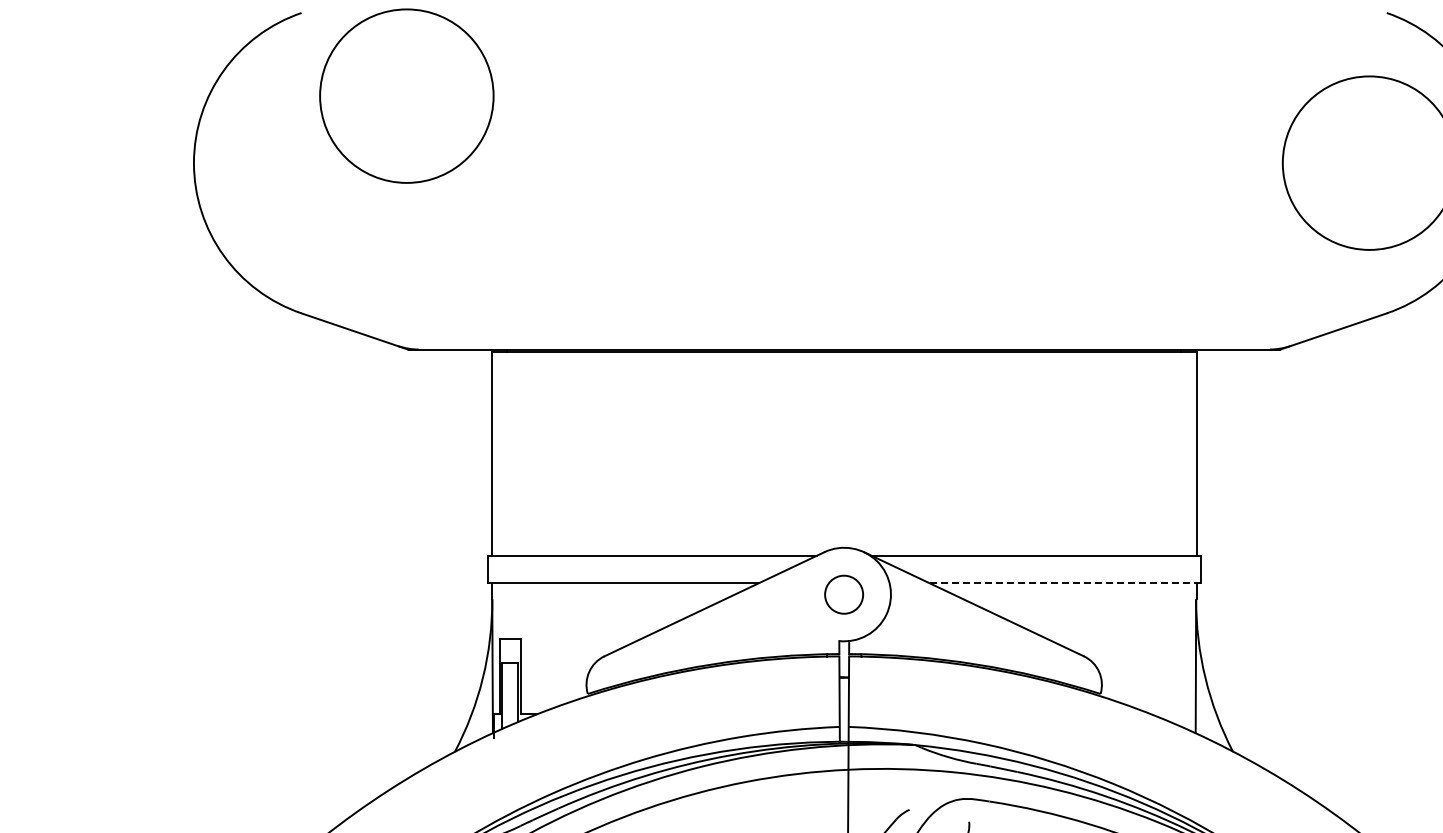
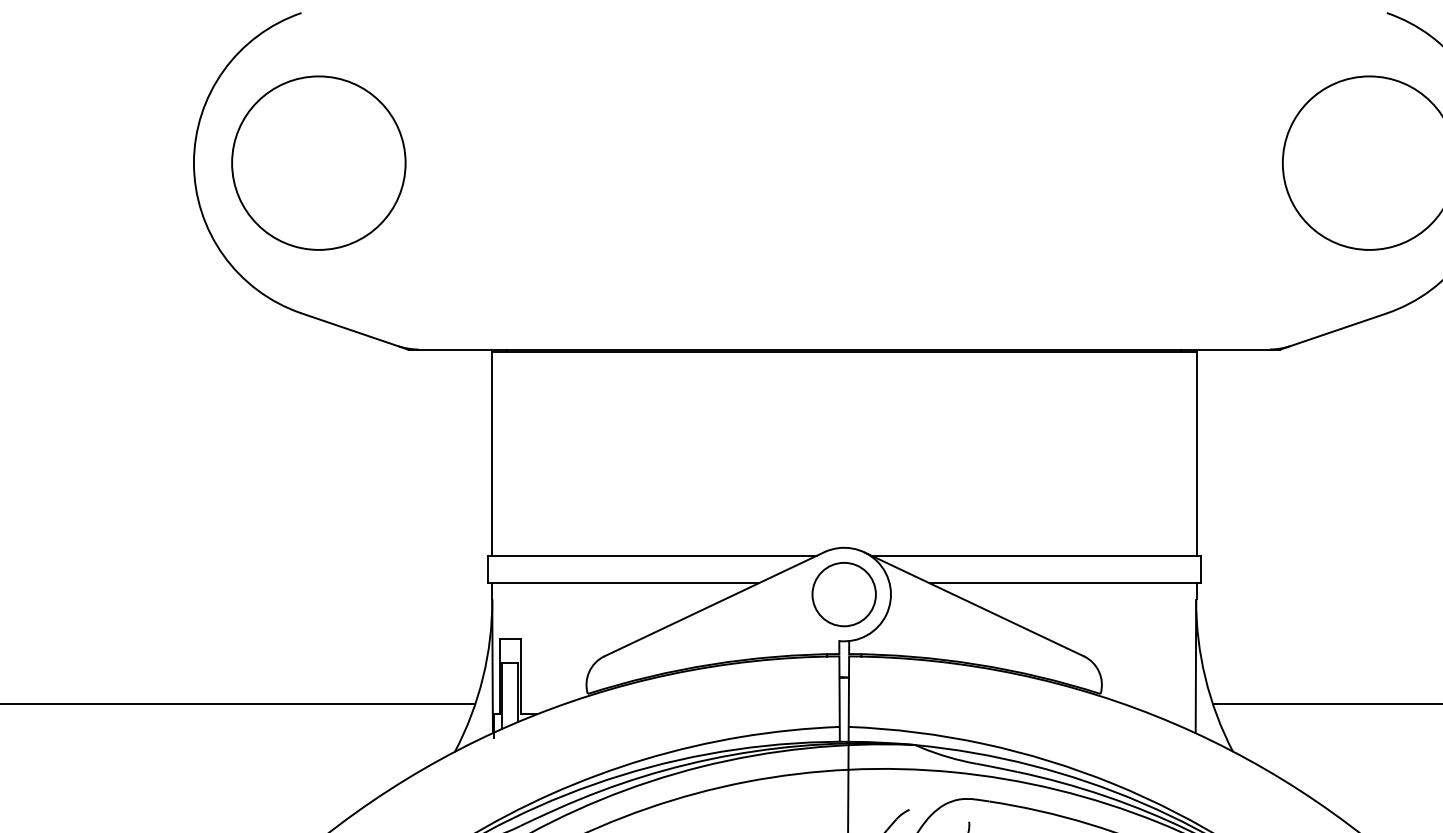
circle at (406, 95) position: (406, 95) -> (318, 162)
line at (1065, 583): dashed -> solid
circle at (843, 594) size: 40x41 px -> 66x66 px
line at (238, 704): none -> present
line at (1326, 704): none -> present
